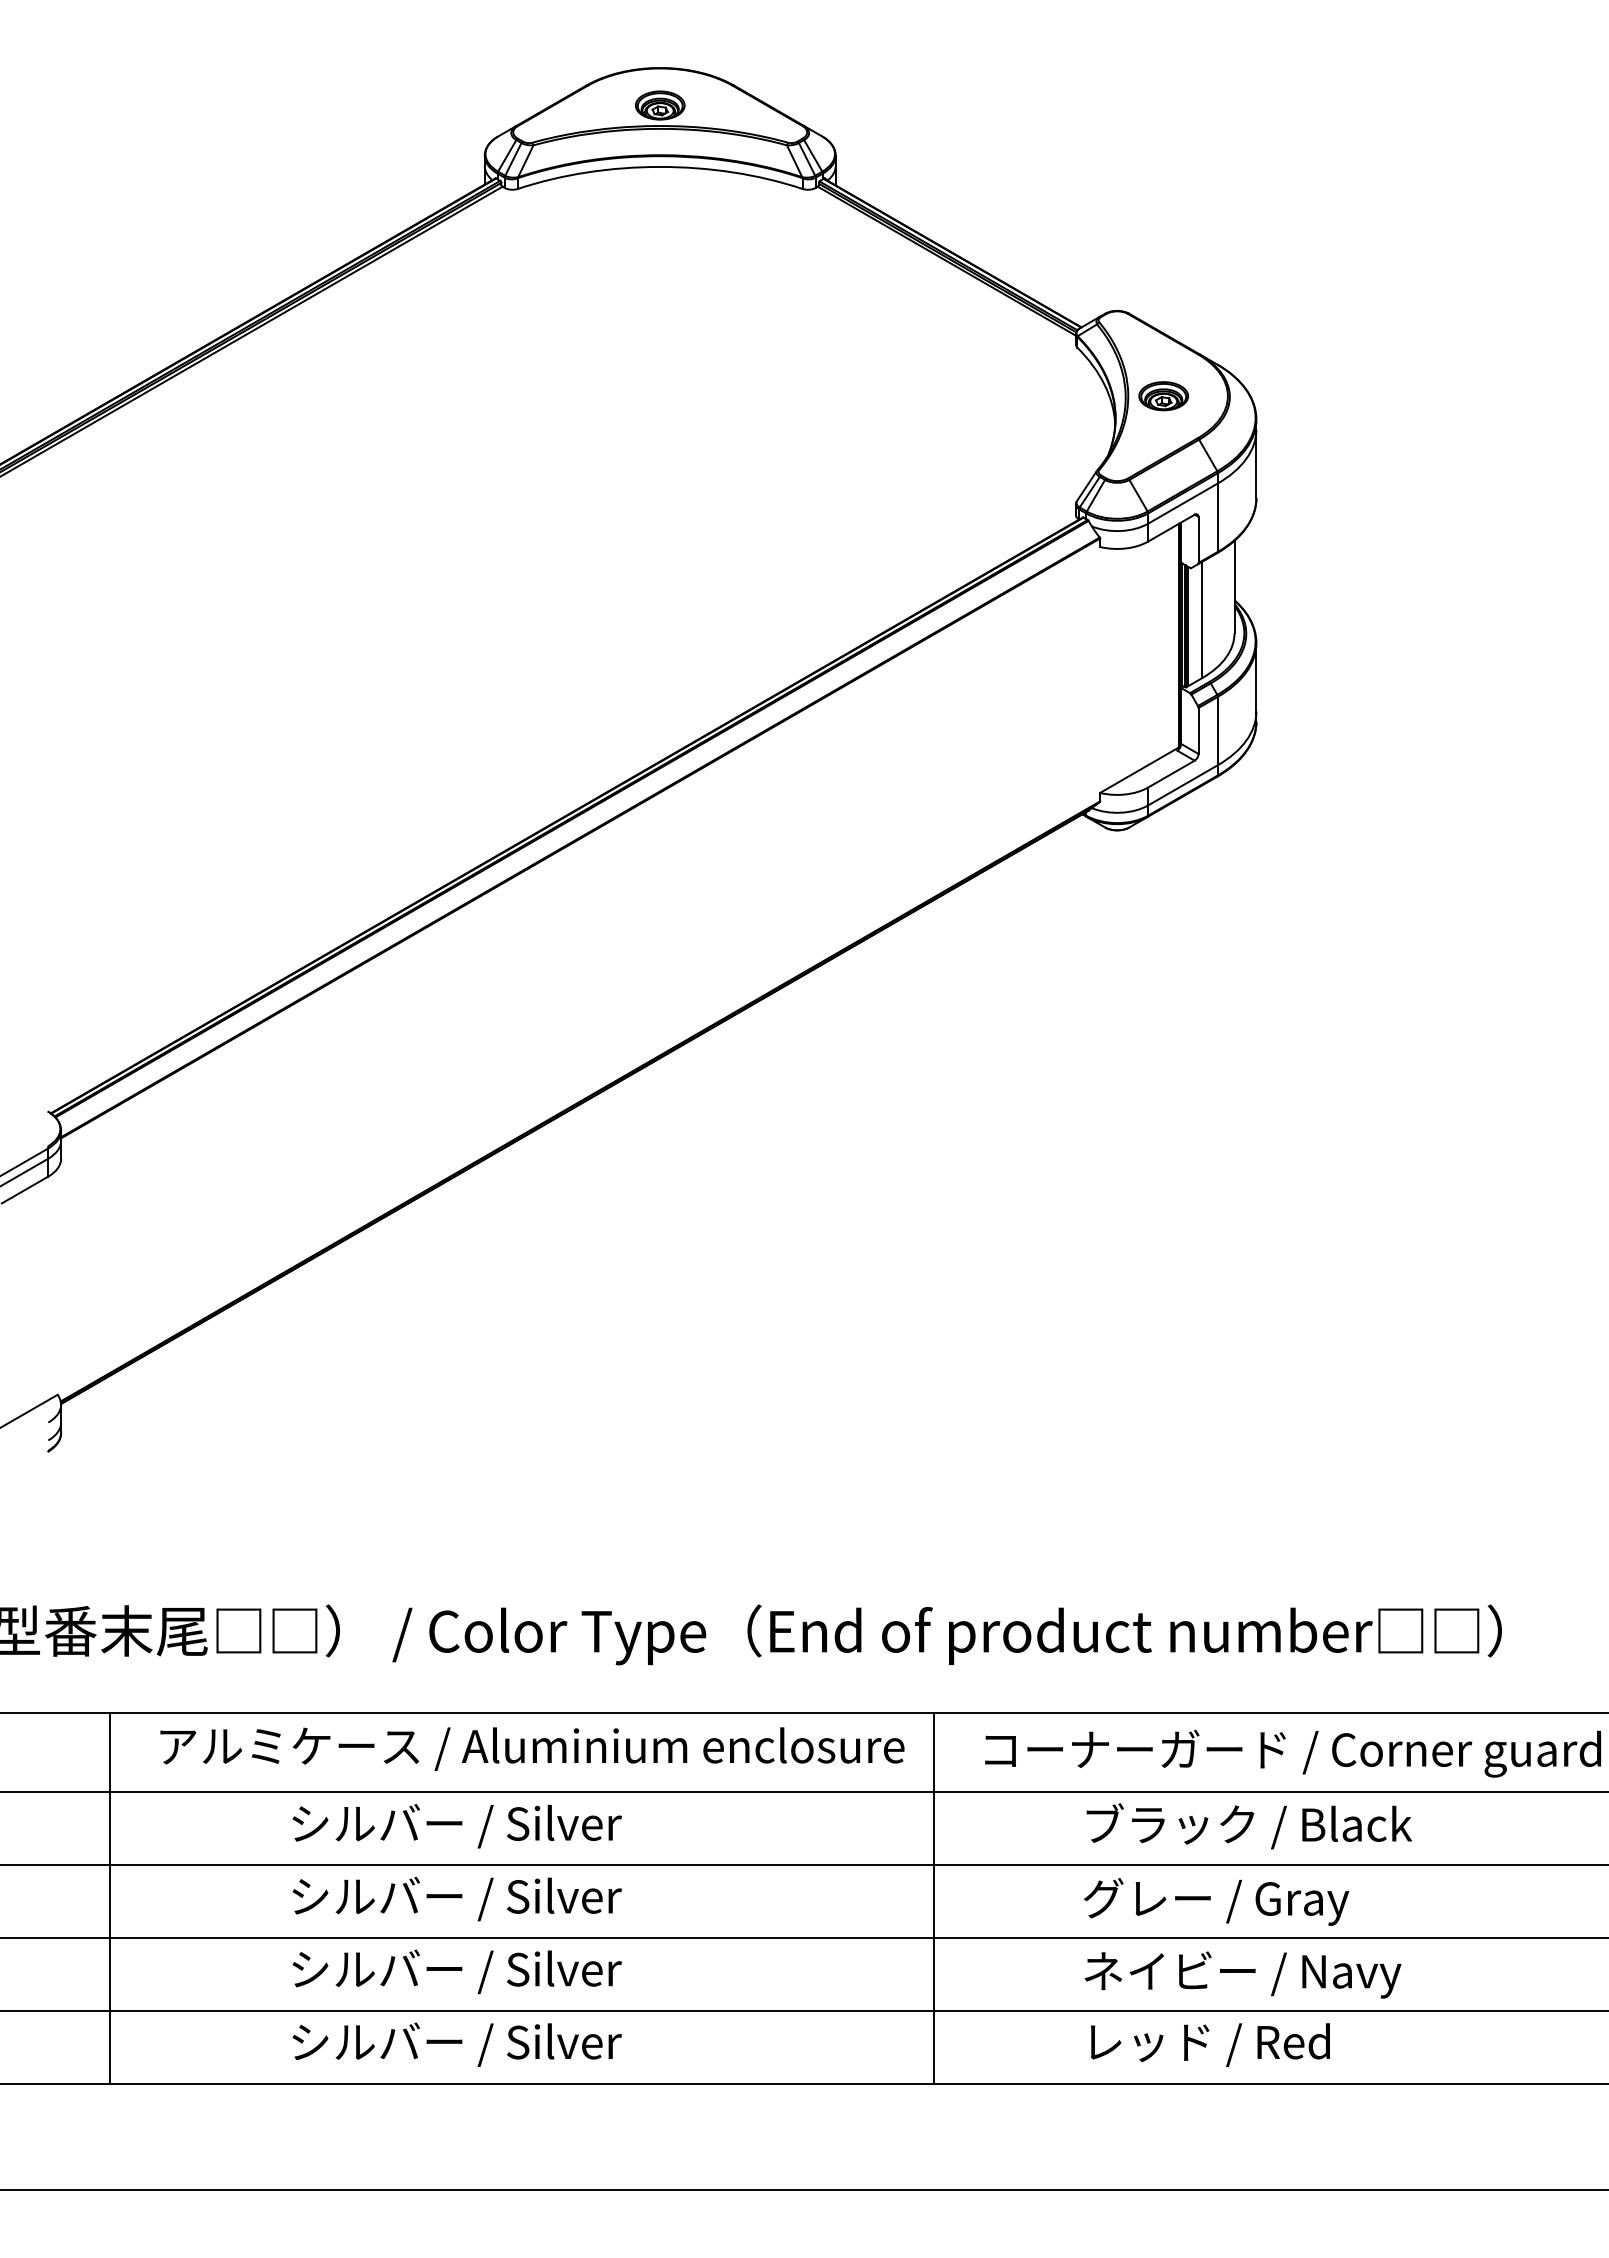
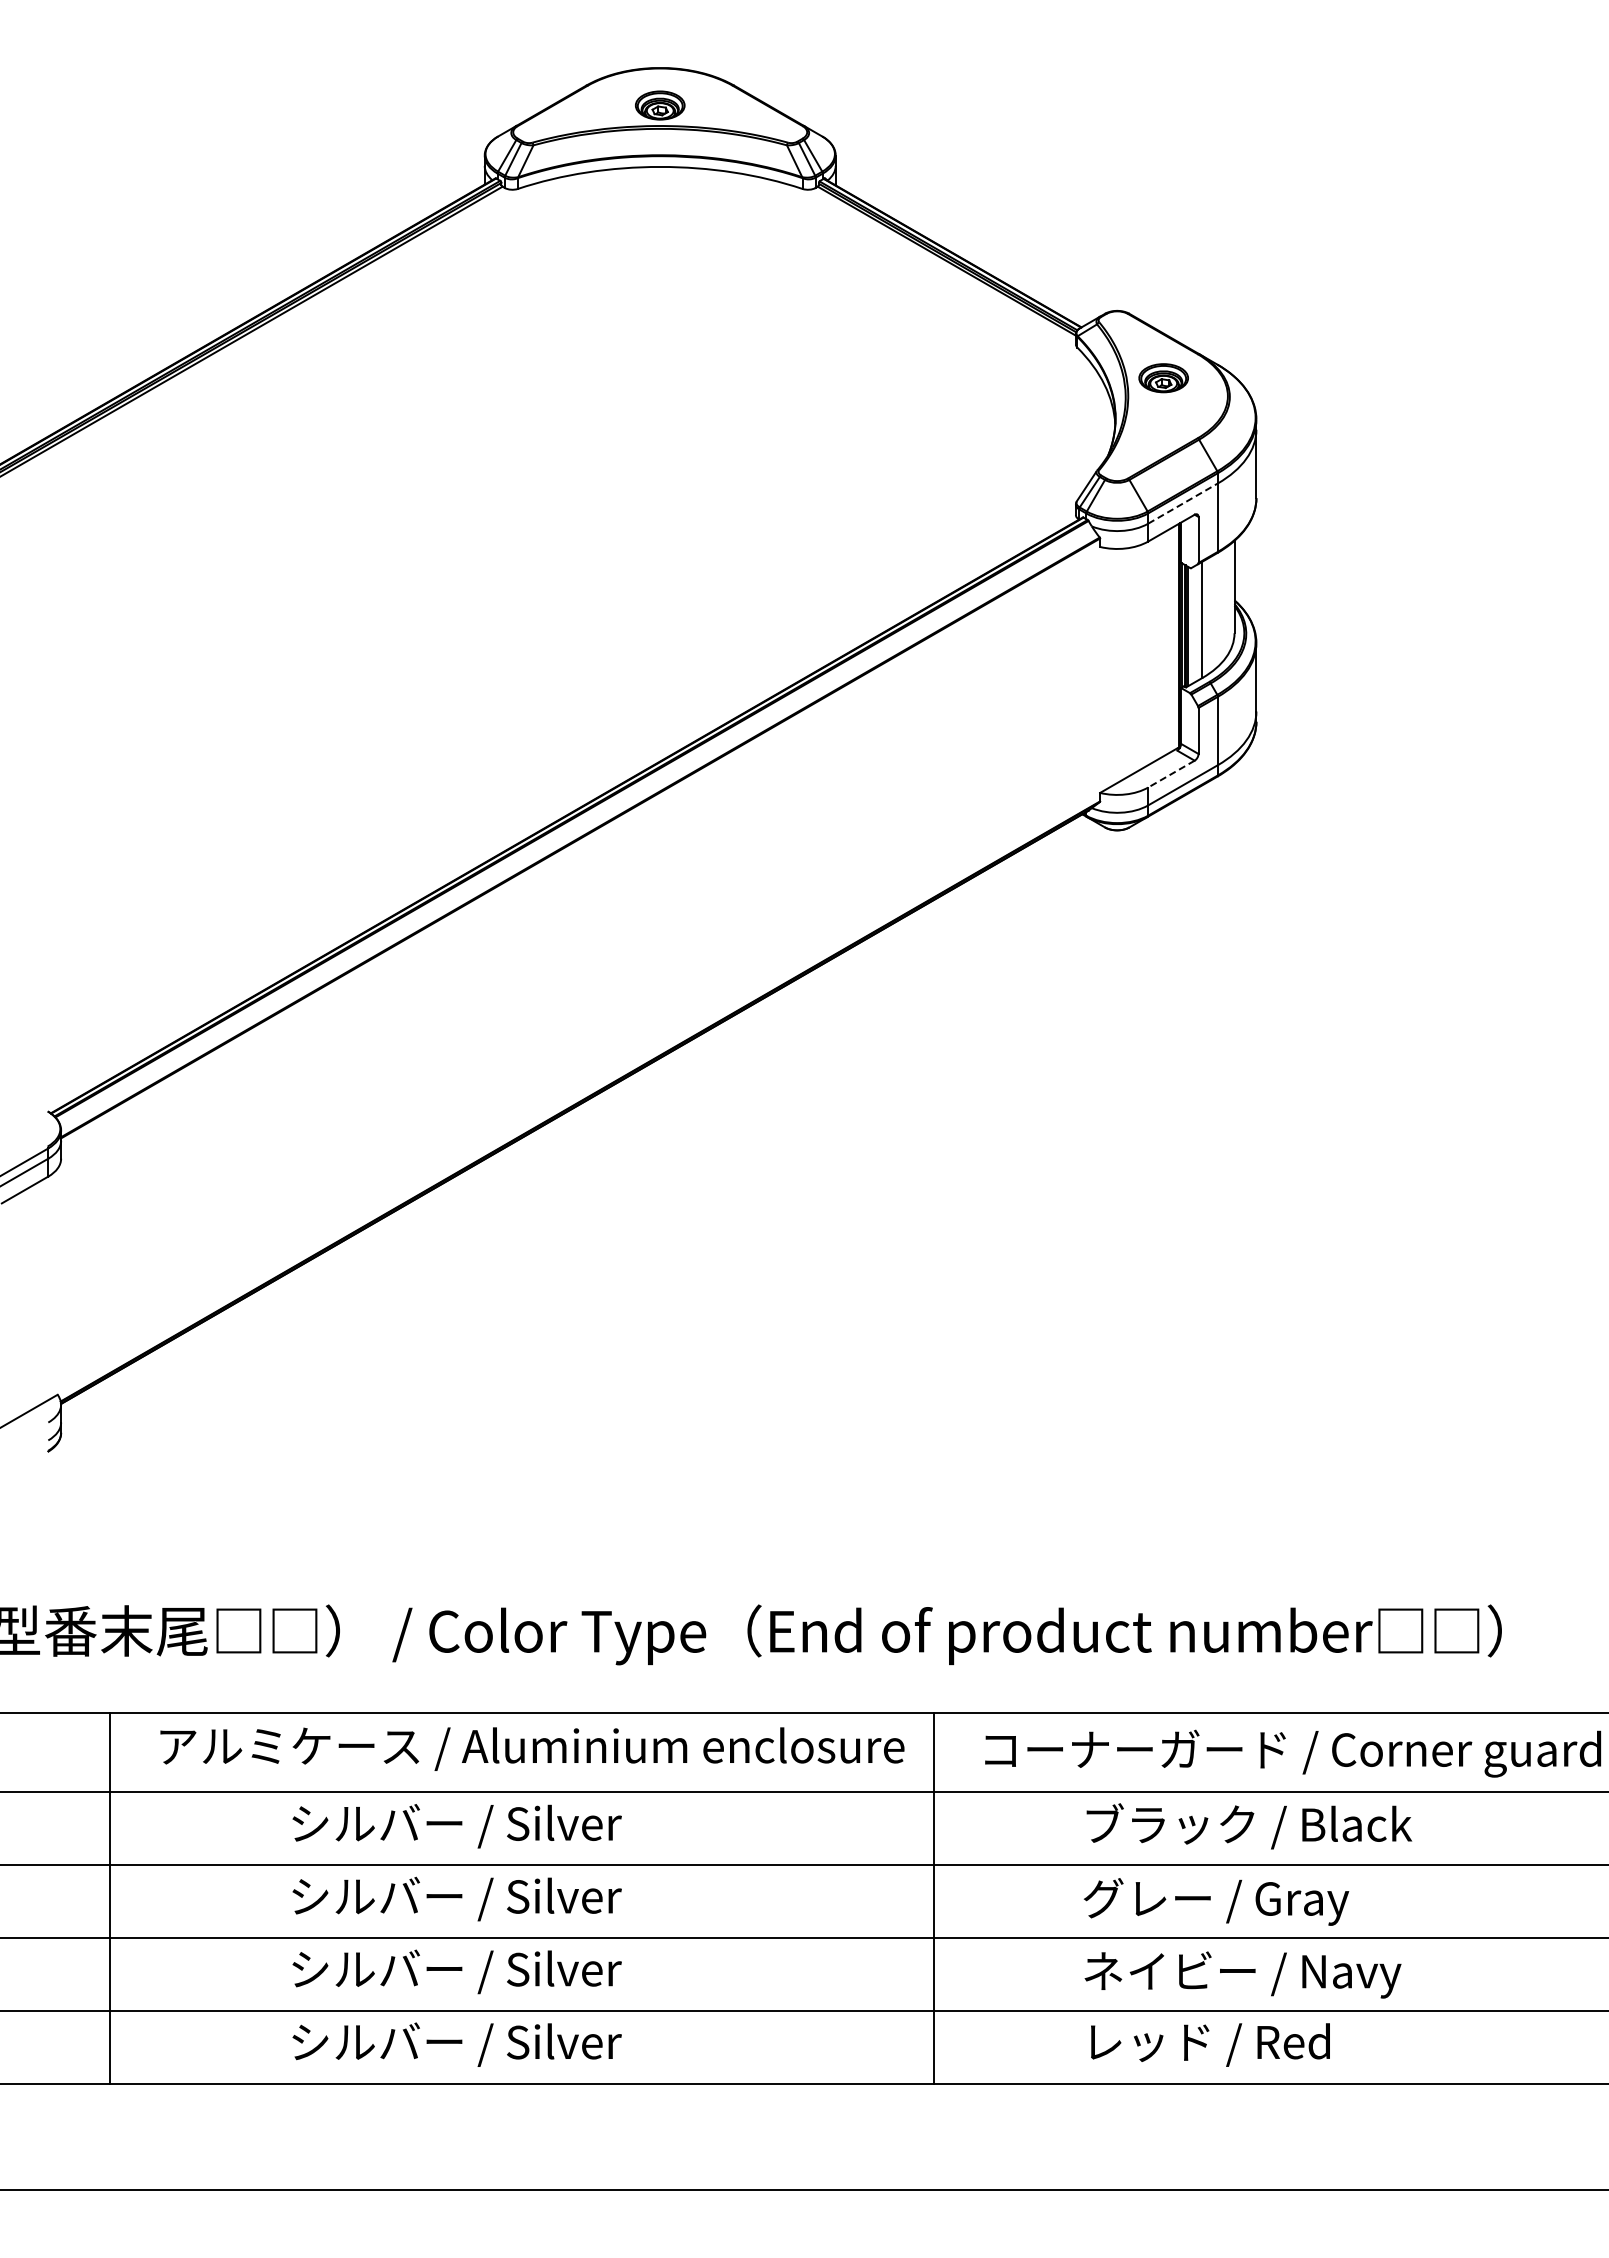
part at (1163, 396) position: (1163, 396) -> (1163, 378)
line at (1183, 503): solid -> dashed
line at (1171, 774): solid -> dashed
